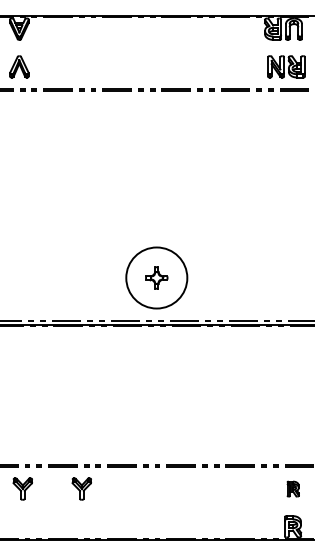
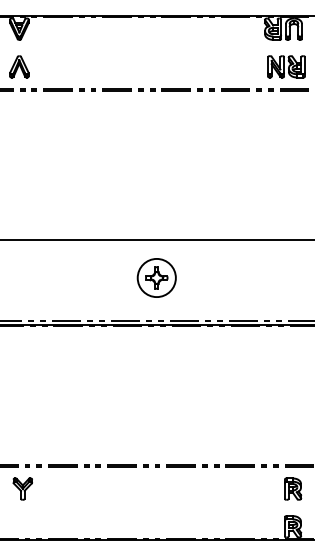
line at (156, 239): none -> present
circle at (156, 277) diameter: 61 px -> 38 px
part at (81, 488): present -> none
part at (292, 488) size: 14x18 px -> 19x24 px
